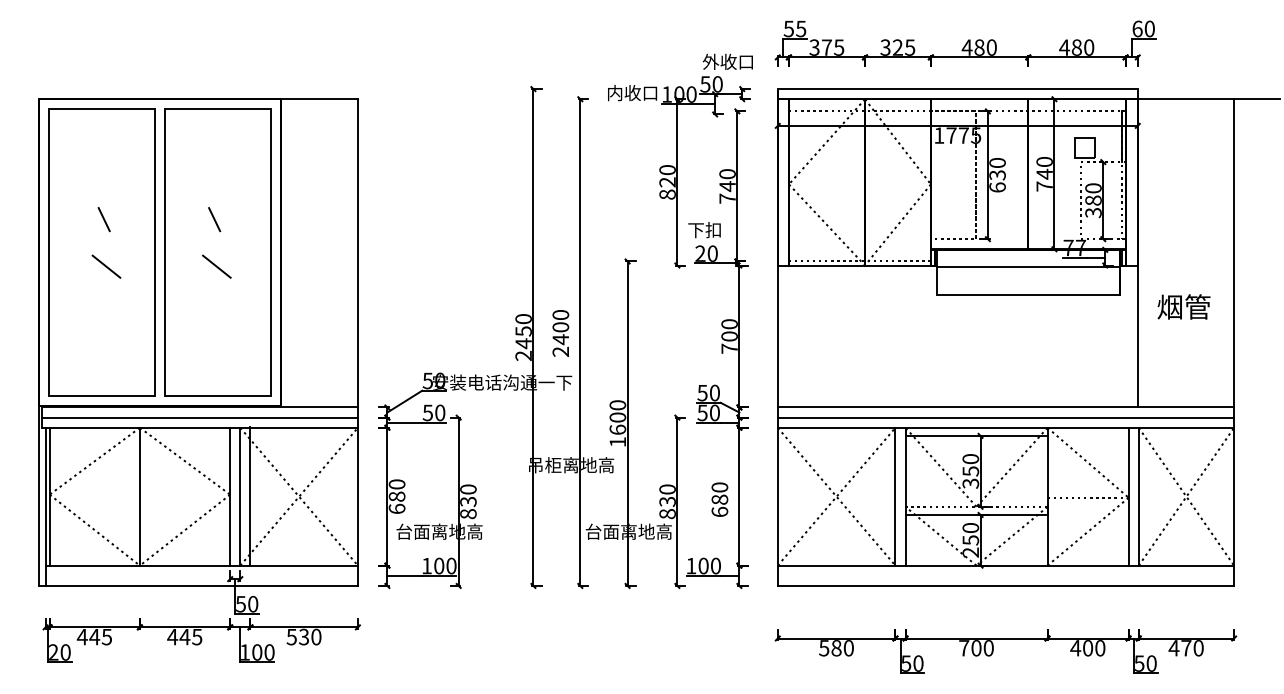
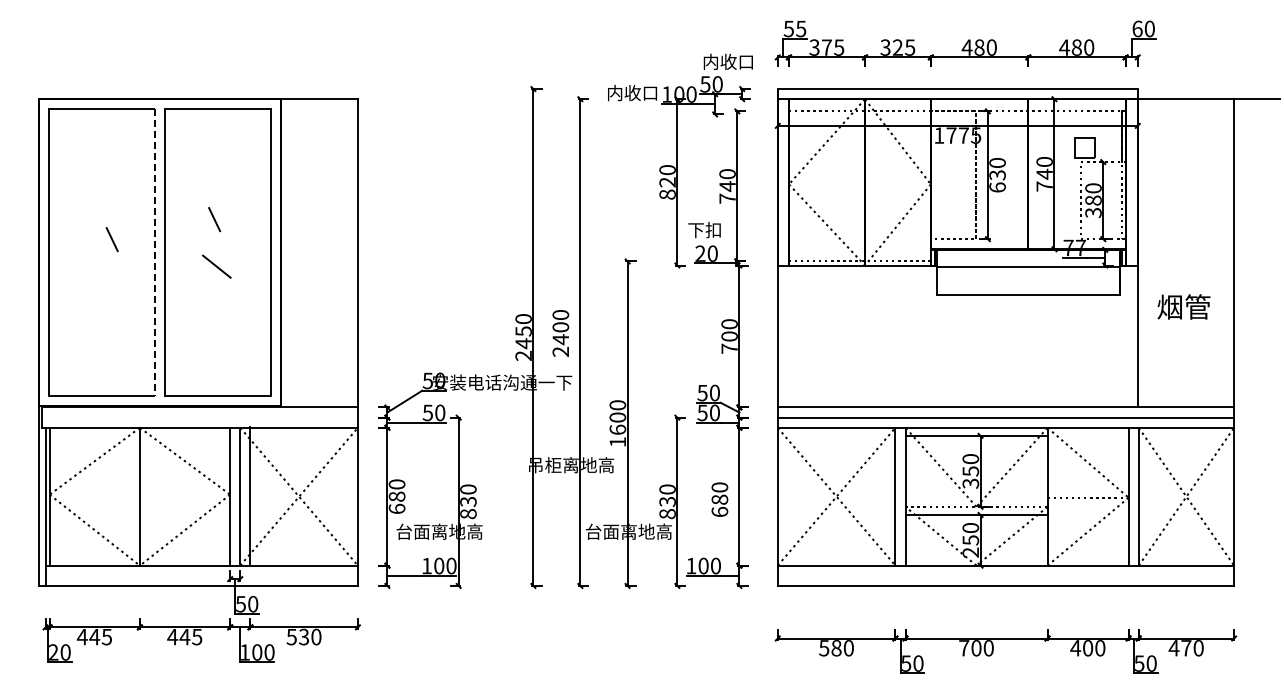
text at (710, 61): 外收口 -> 内收口
line at (103, 219) position: (103, 219) -> (111, 239)
line at (154, 253): solid -> dashed
line at (106, 266): present -> none
line at (199, 417): present -> none
